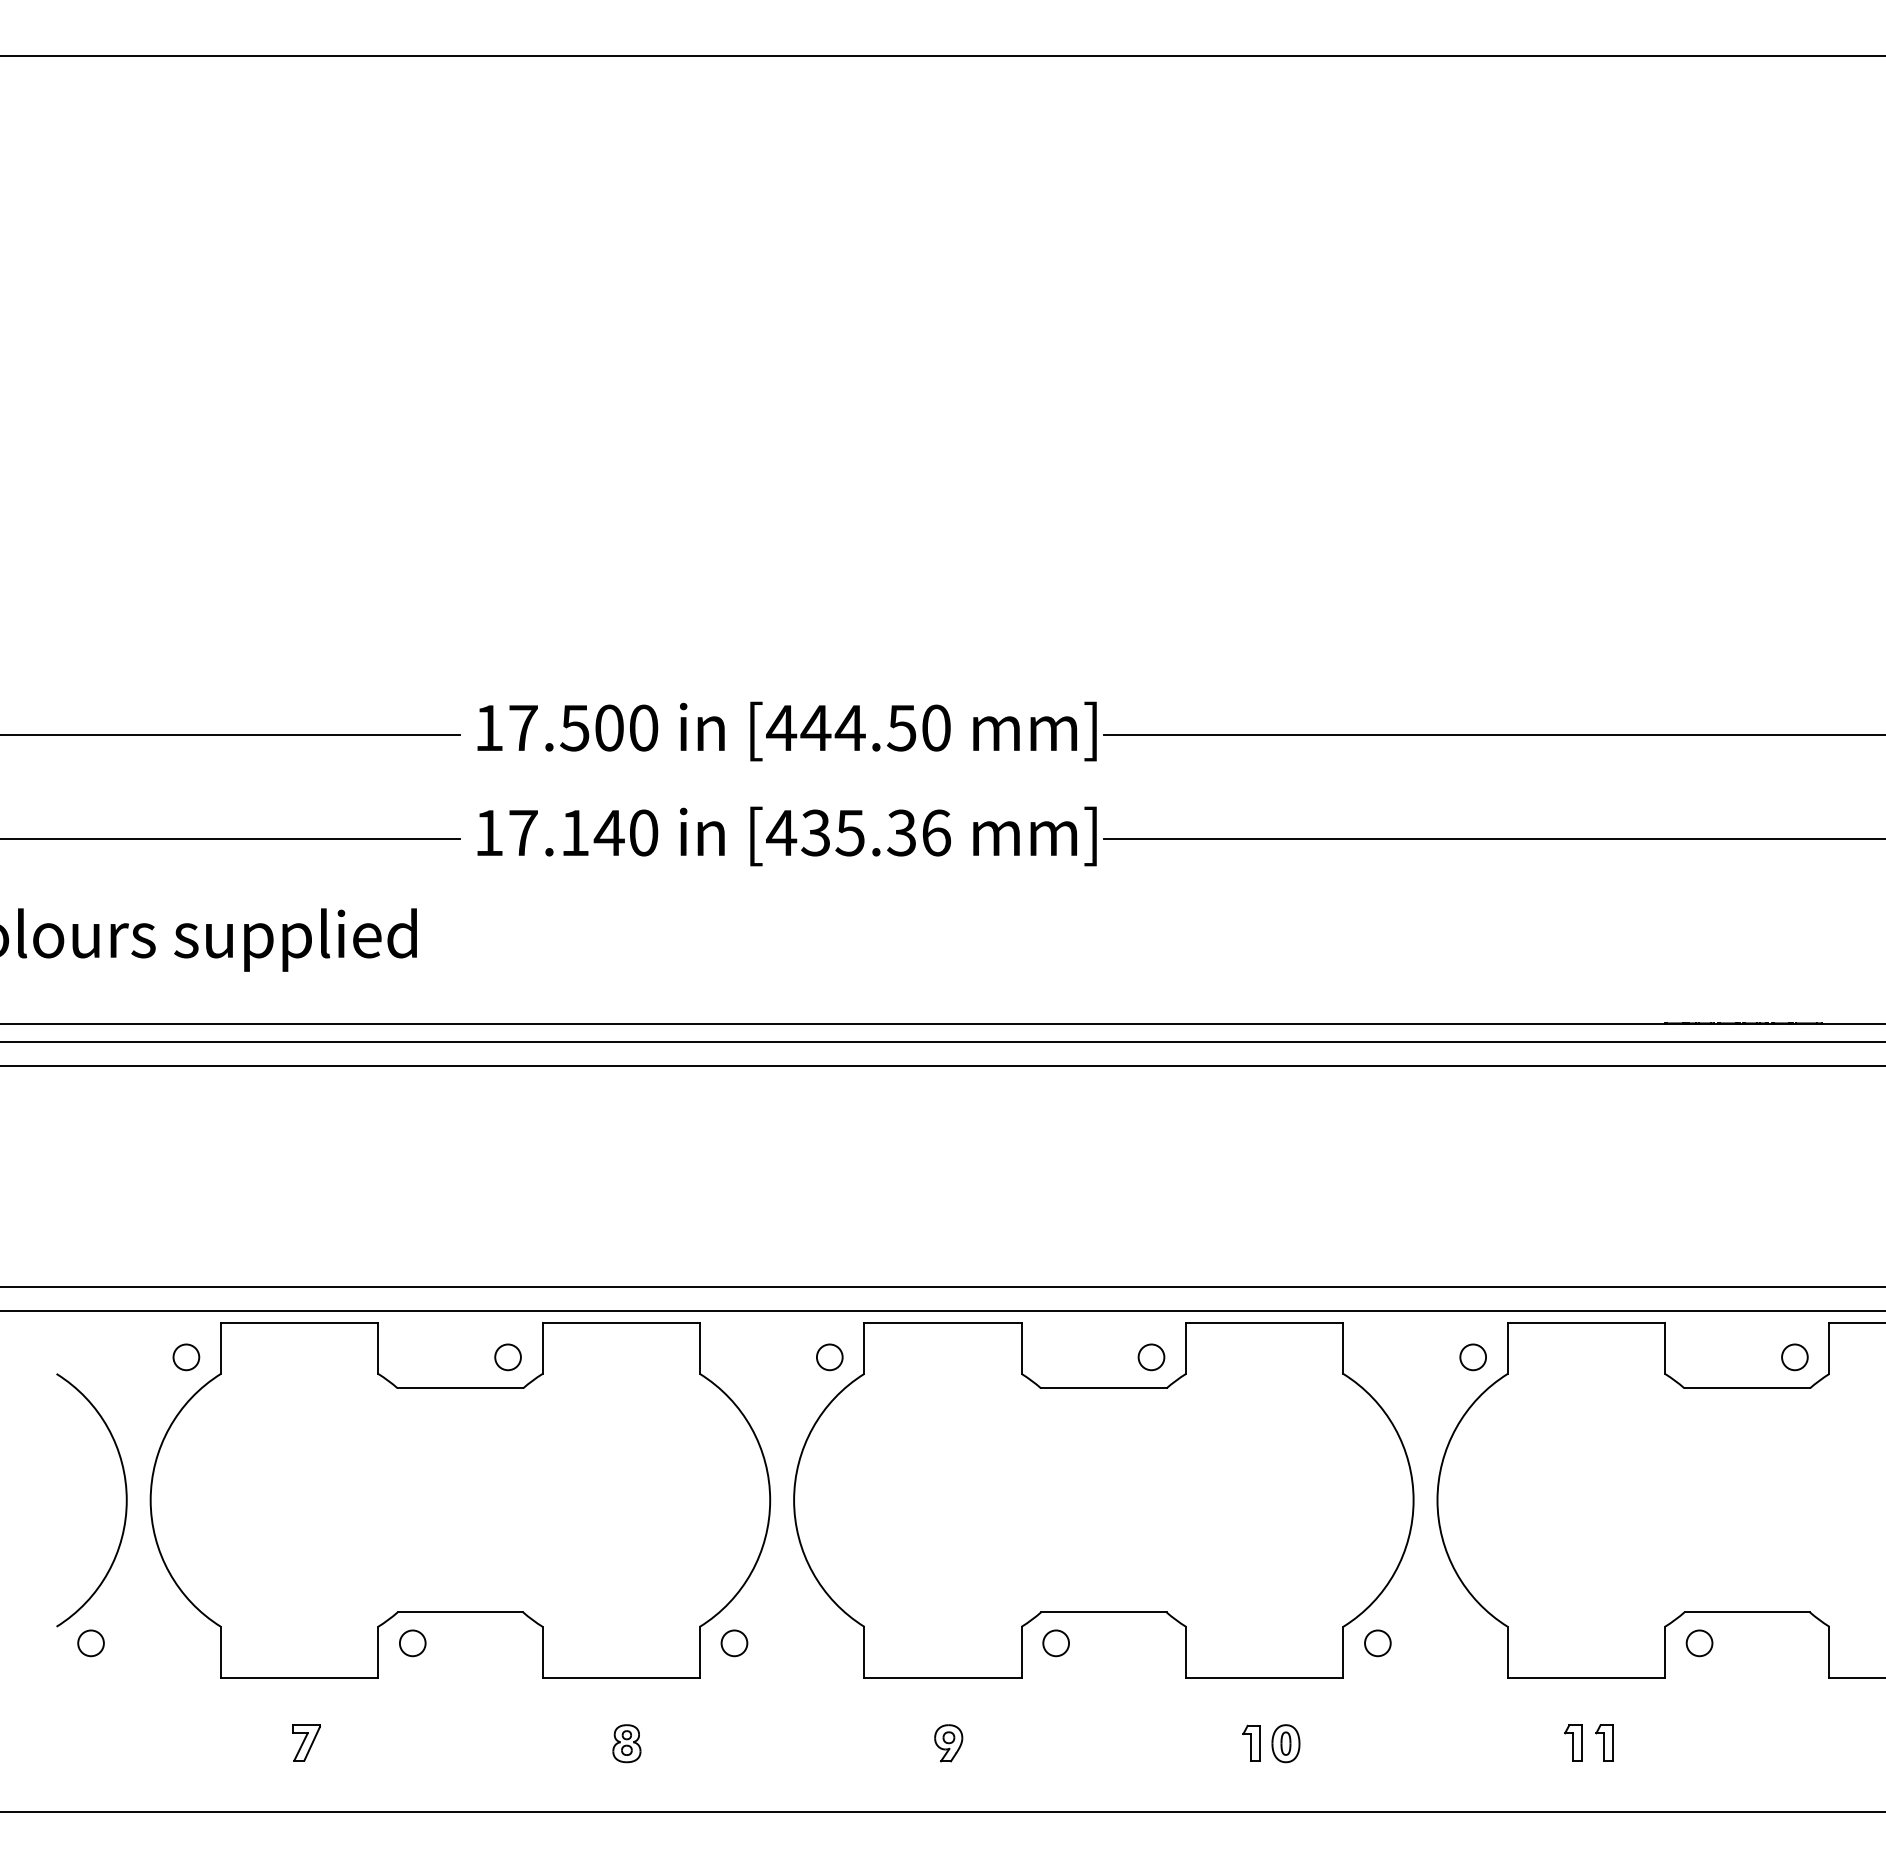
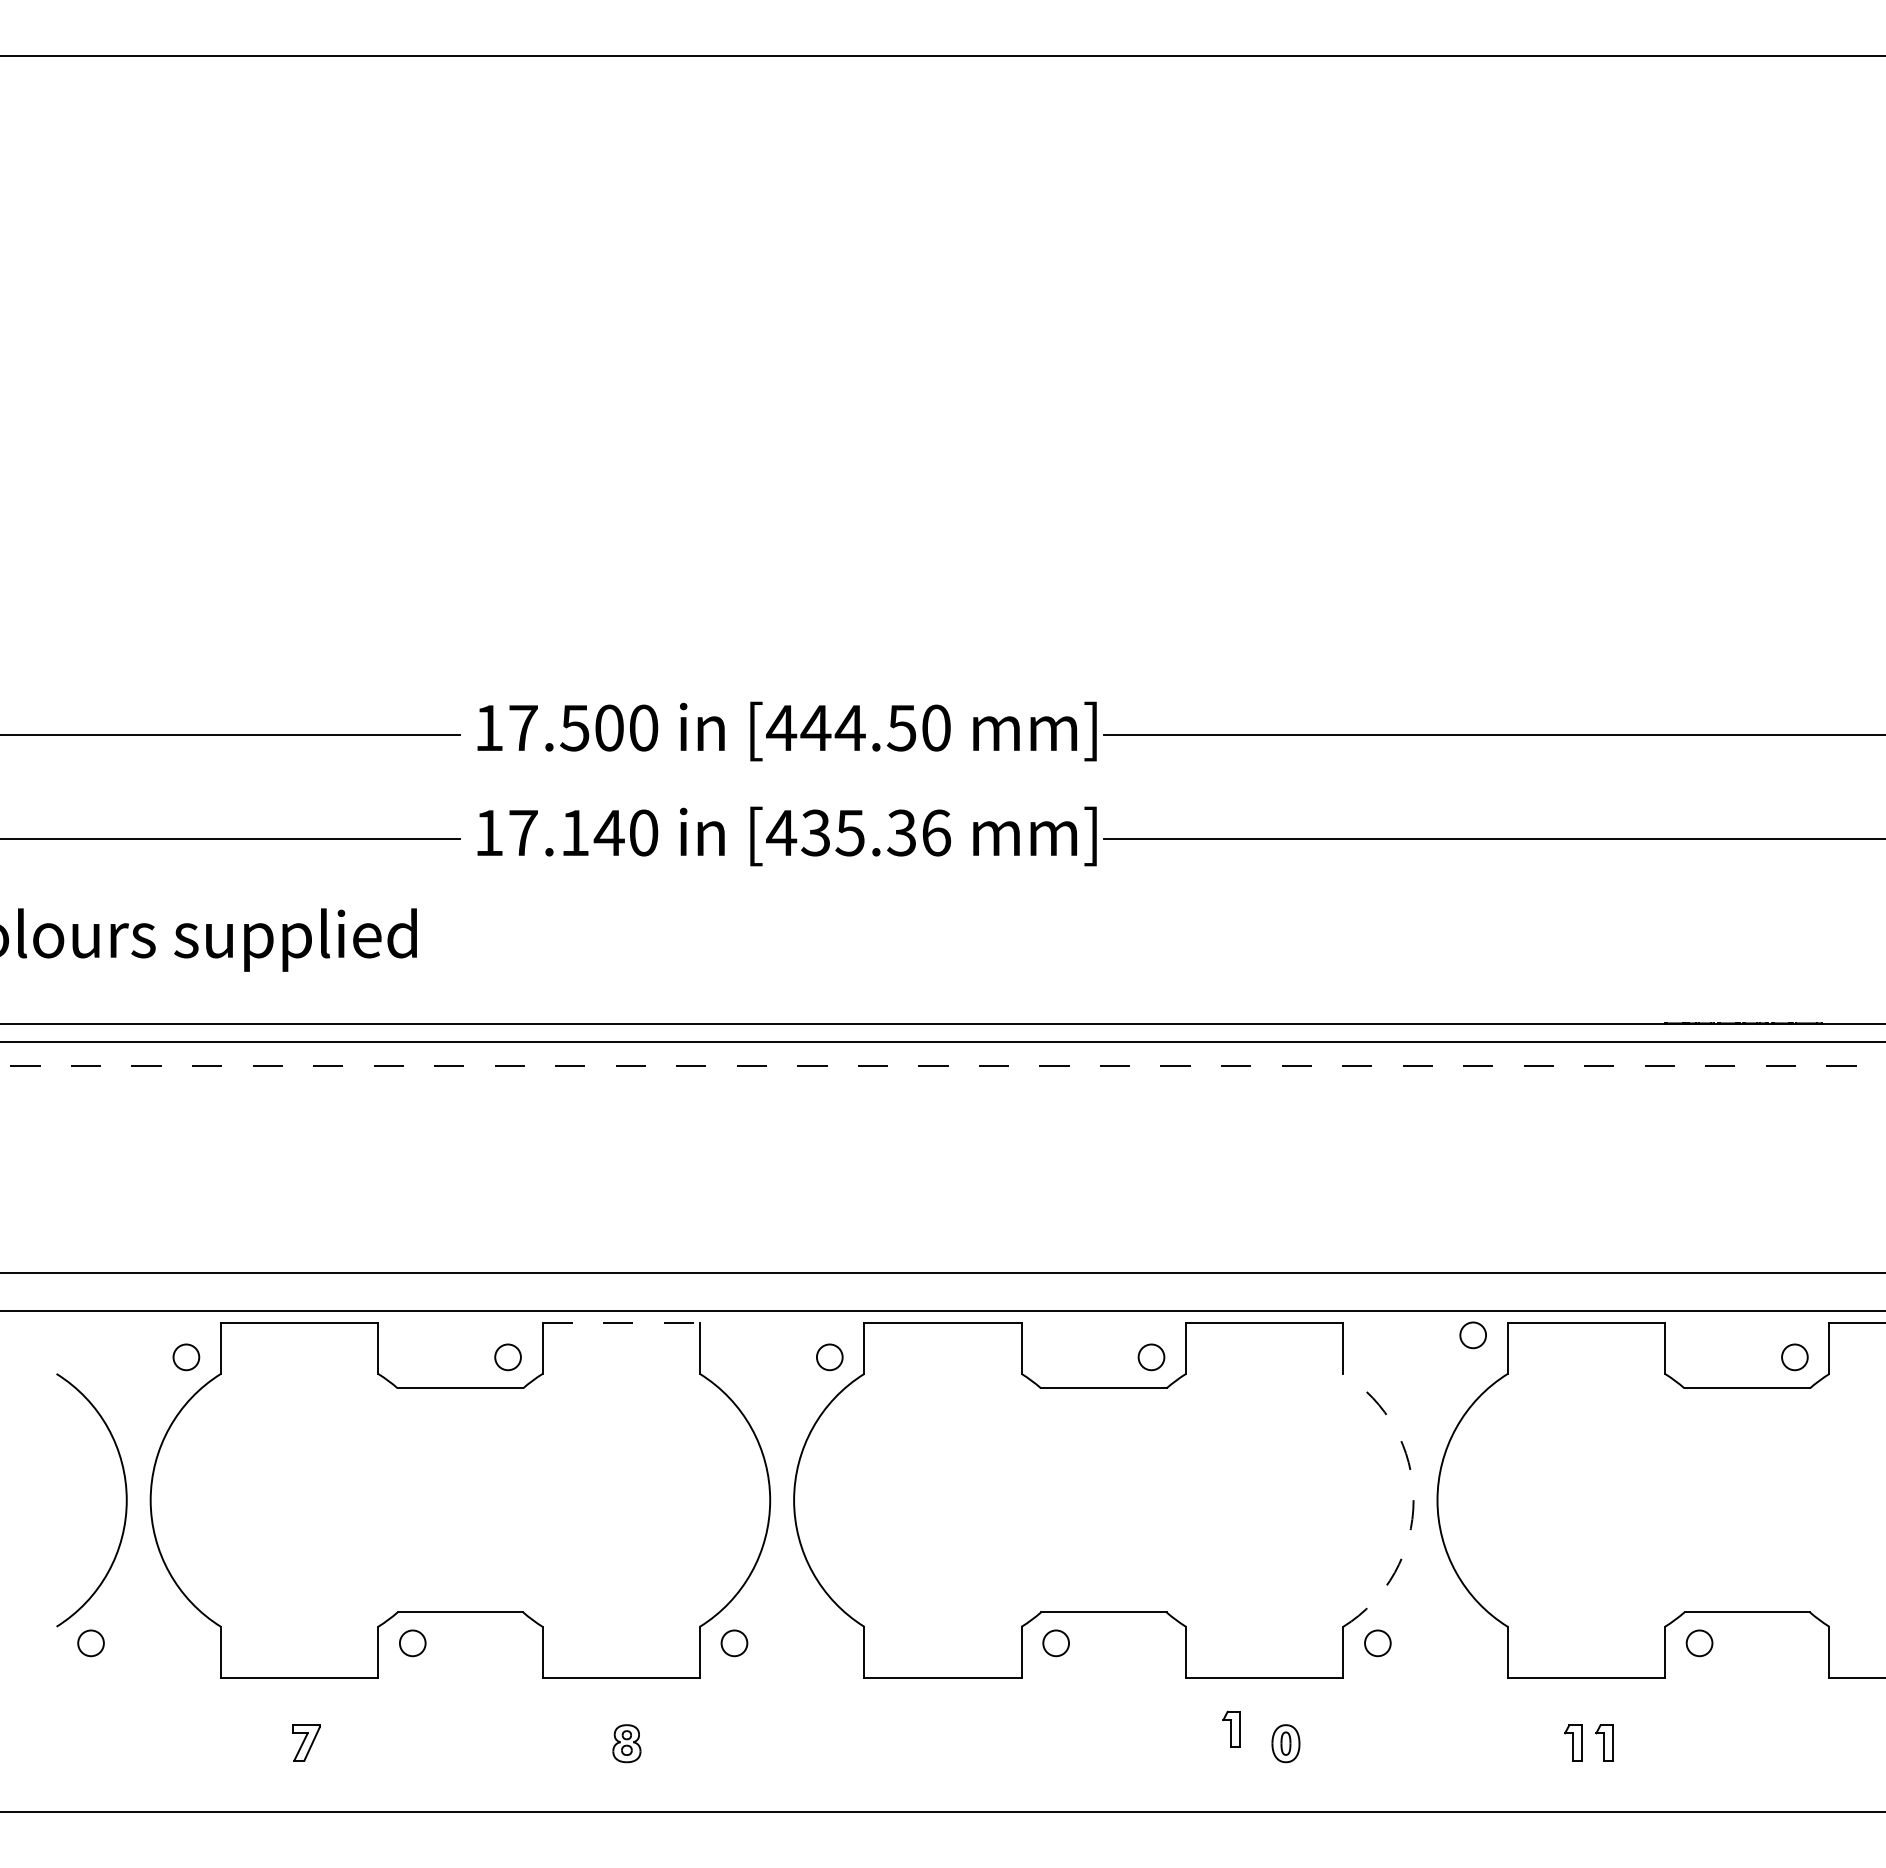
line at (942, 1066): solid -> dashed
line at (942, 1287) position: (942, 1287) -> (942, 1273)
line at (621, 1322): solid -> dashed
circle at (1472, 1357) position: (1472, 1357) -> (1472, 1335)
arc at (1413, 1500): solid -> dashed
part at (1251, 1742) position: (1251, 1742) -> (1231, 1728)
part at (948, 1743): present -> none
